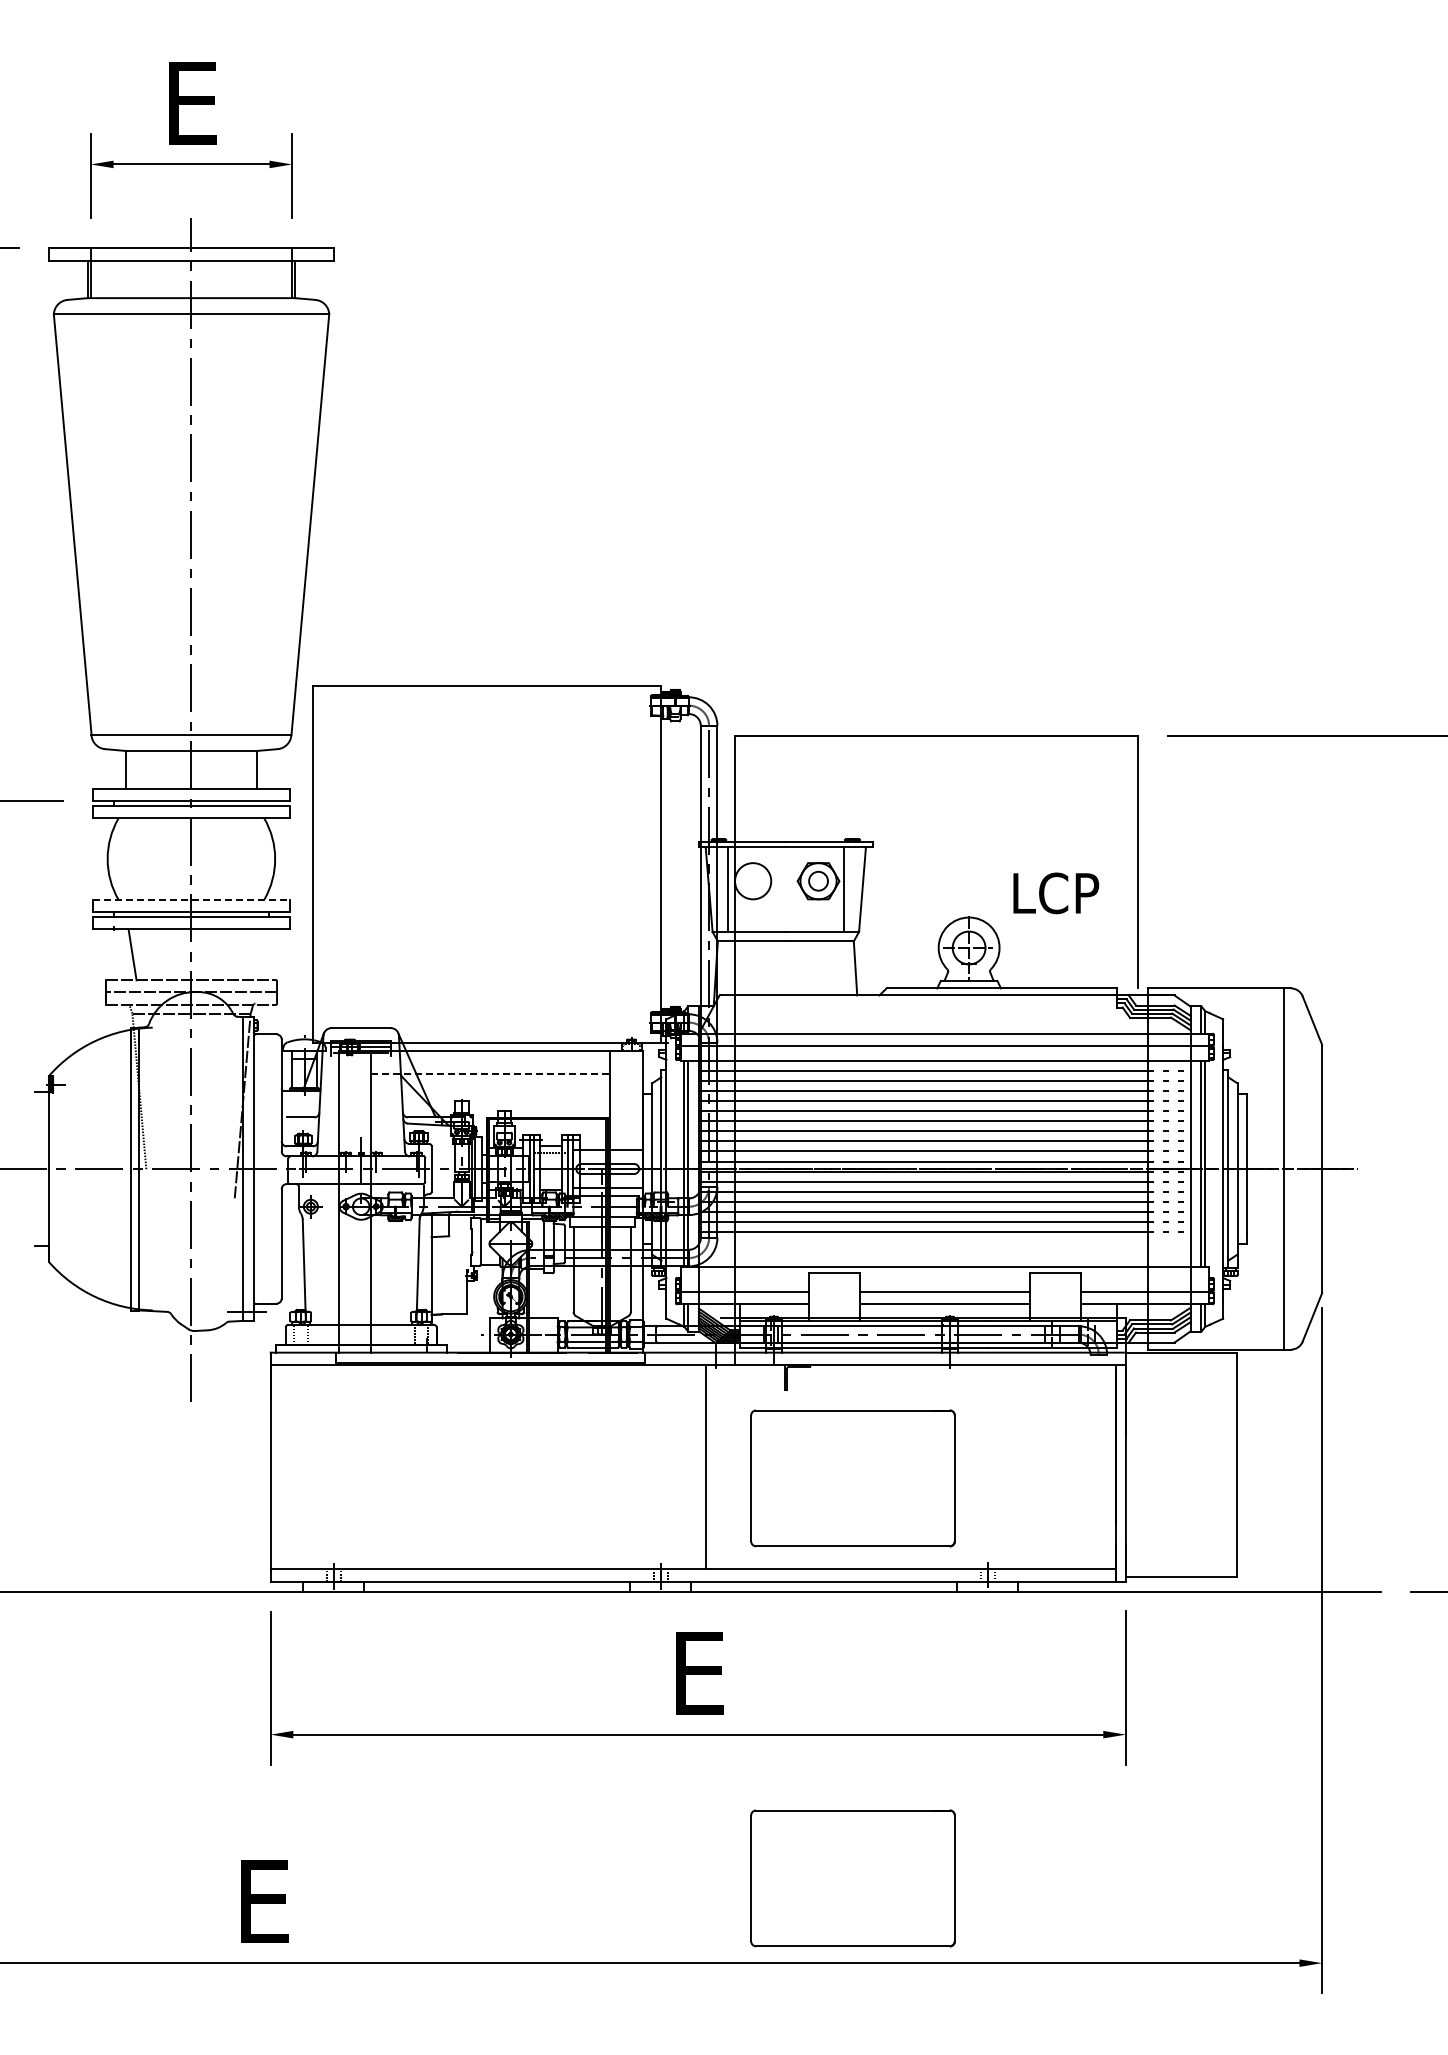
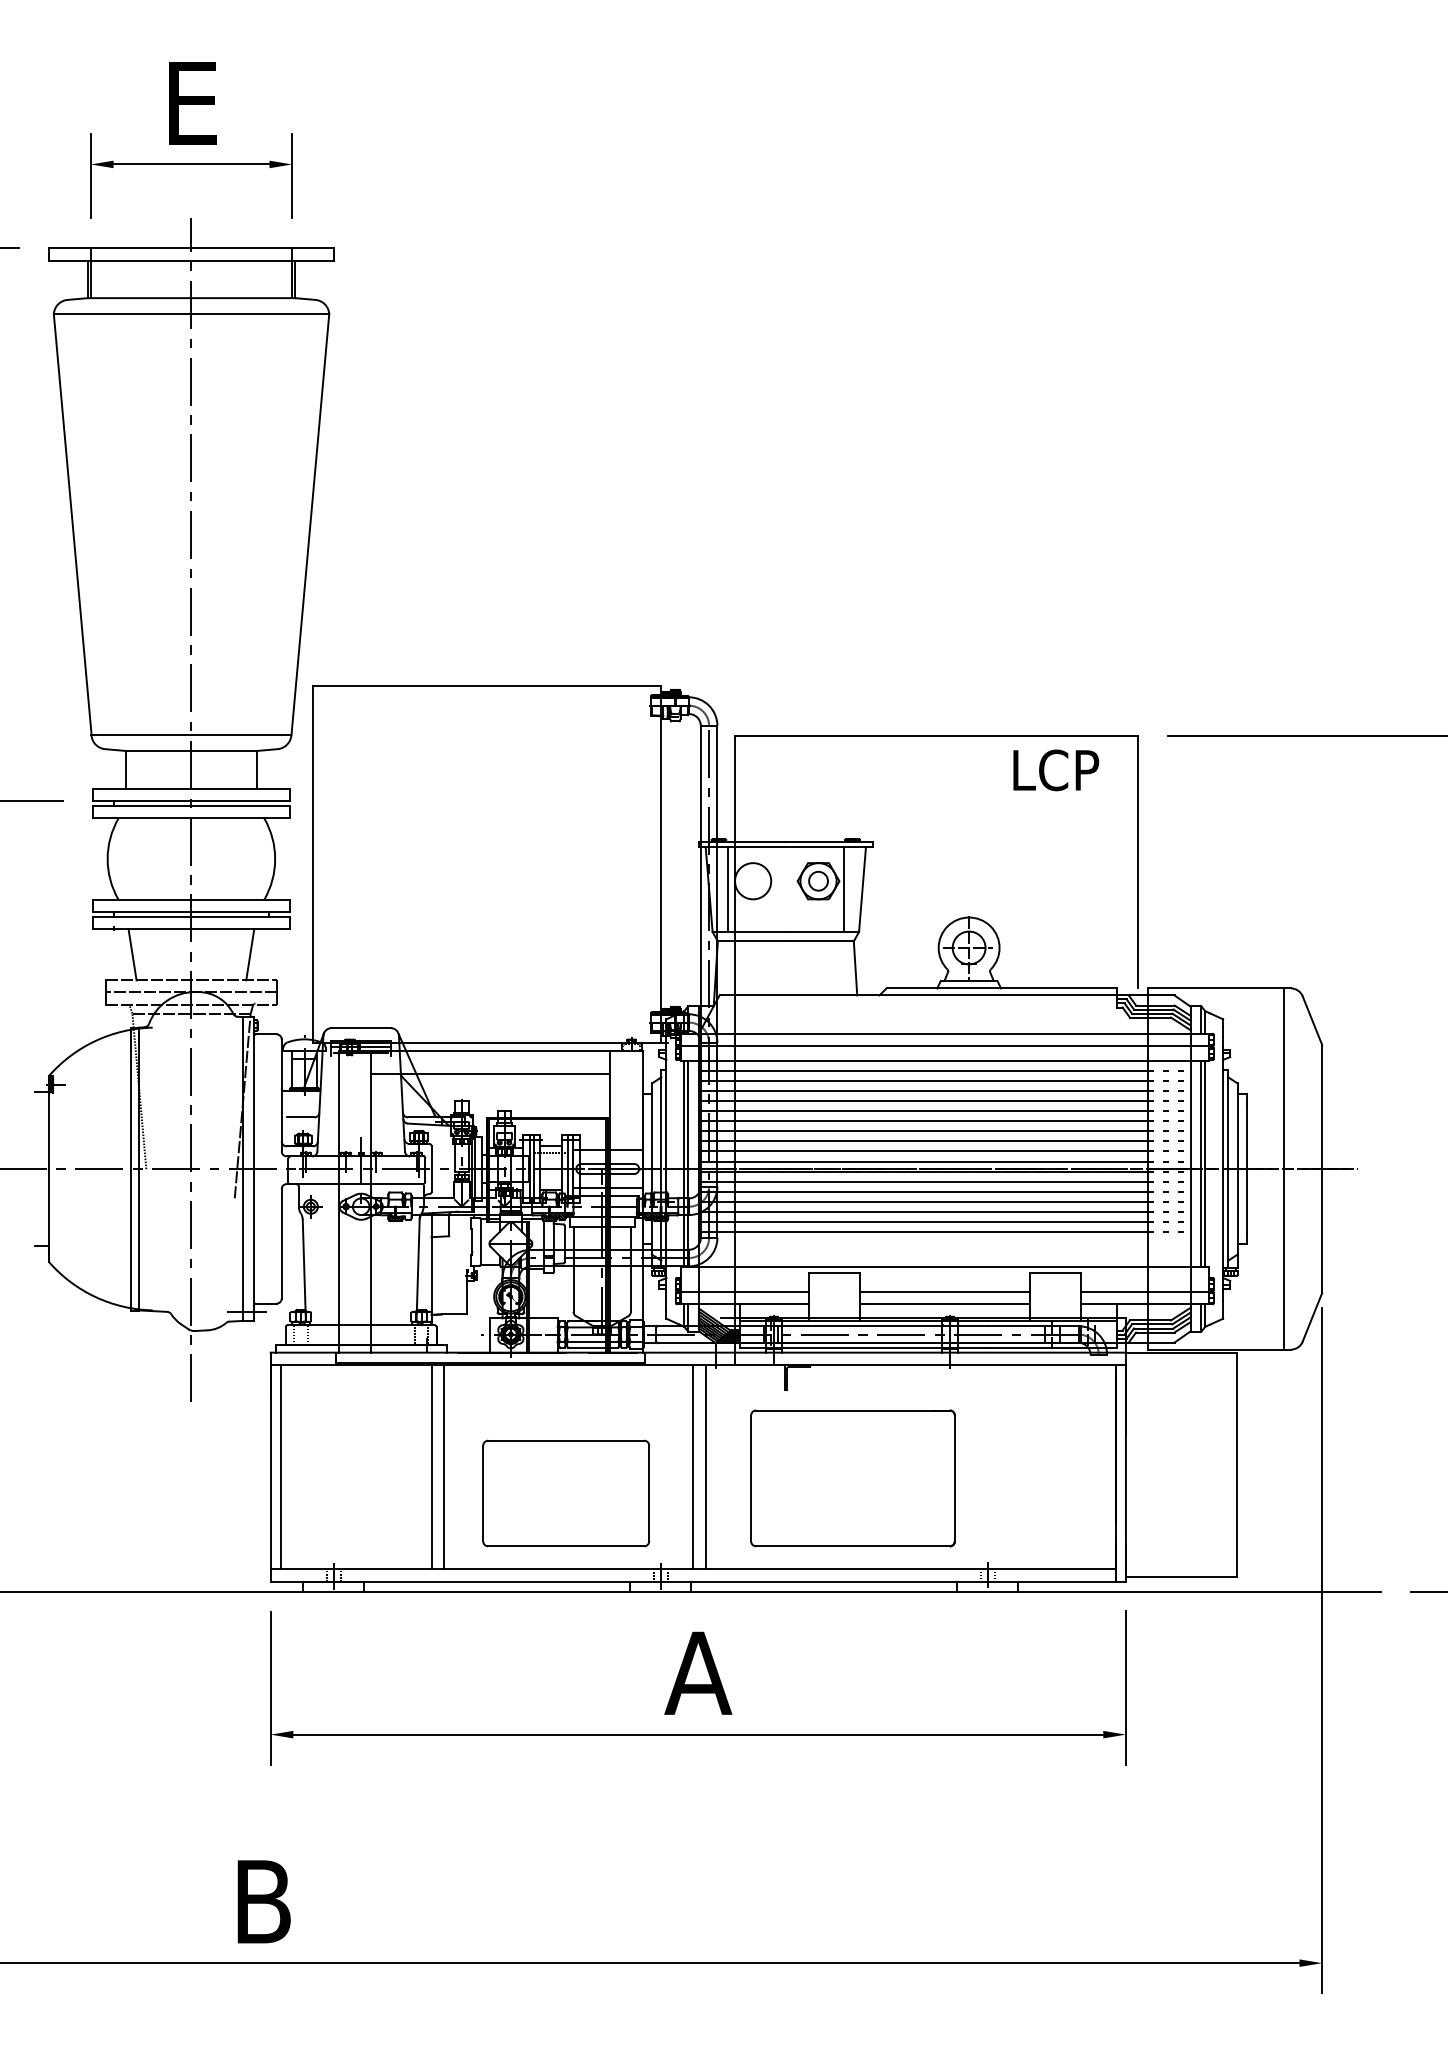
text at (1056, 893) position: (1056, 893) -> (1056, 770)
line at (192, 899): dashed -> solid
line at (250, 954): none -> present
line at (491, 1073): dashed -> solid
line at (280, 1466): none -> present
line at (431, 1466): none -> present
line at (444, 1466): none -> present
line at (693, 1466): none -> present
part at (566, 1493): none -> present
text at (698, 1672): E -> A
part at (852, 1878): present -> none
text at (263, 1901): E -> B
